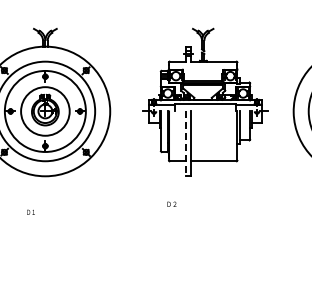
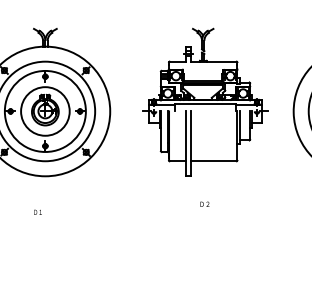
line at (186, 144): dashed -> solid
text at (171, 203) position: (171, 203) -> (204, 203)
text at (30, 211) position: (30, 211) -> (37, 211)
